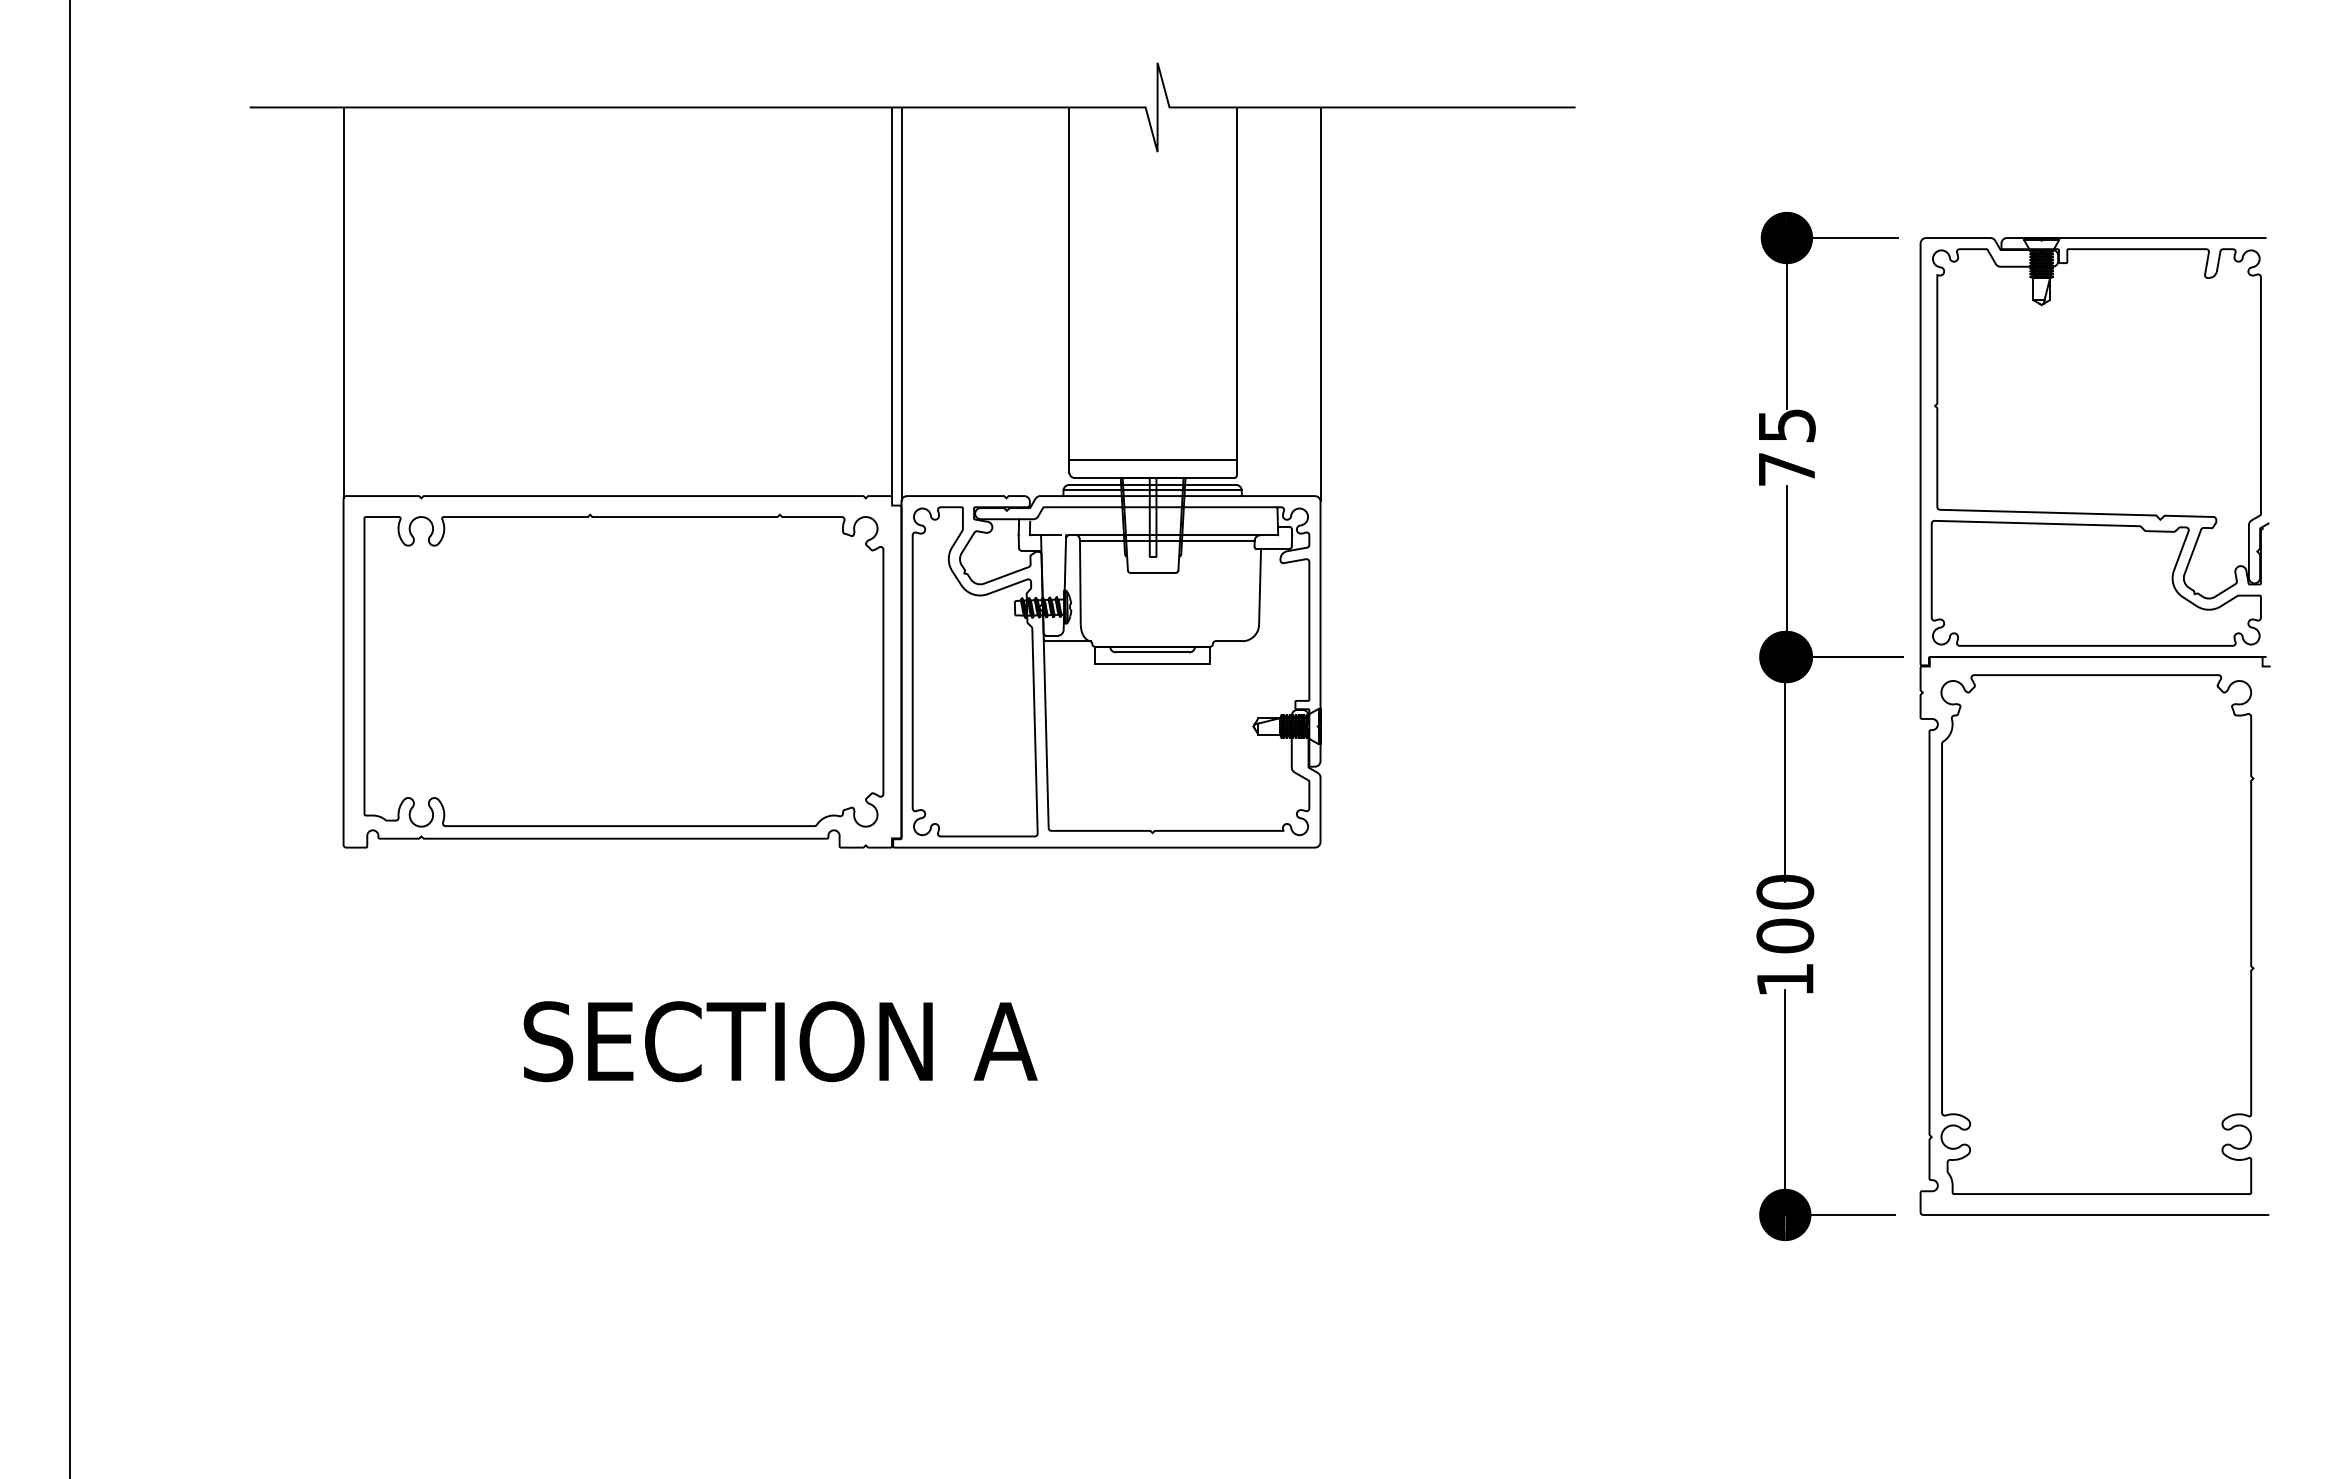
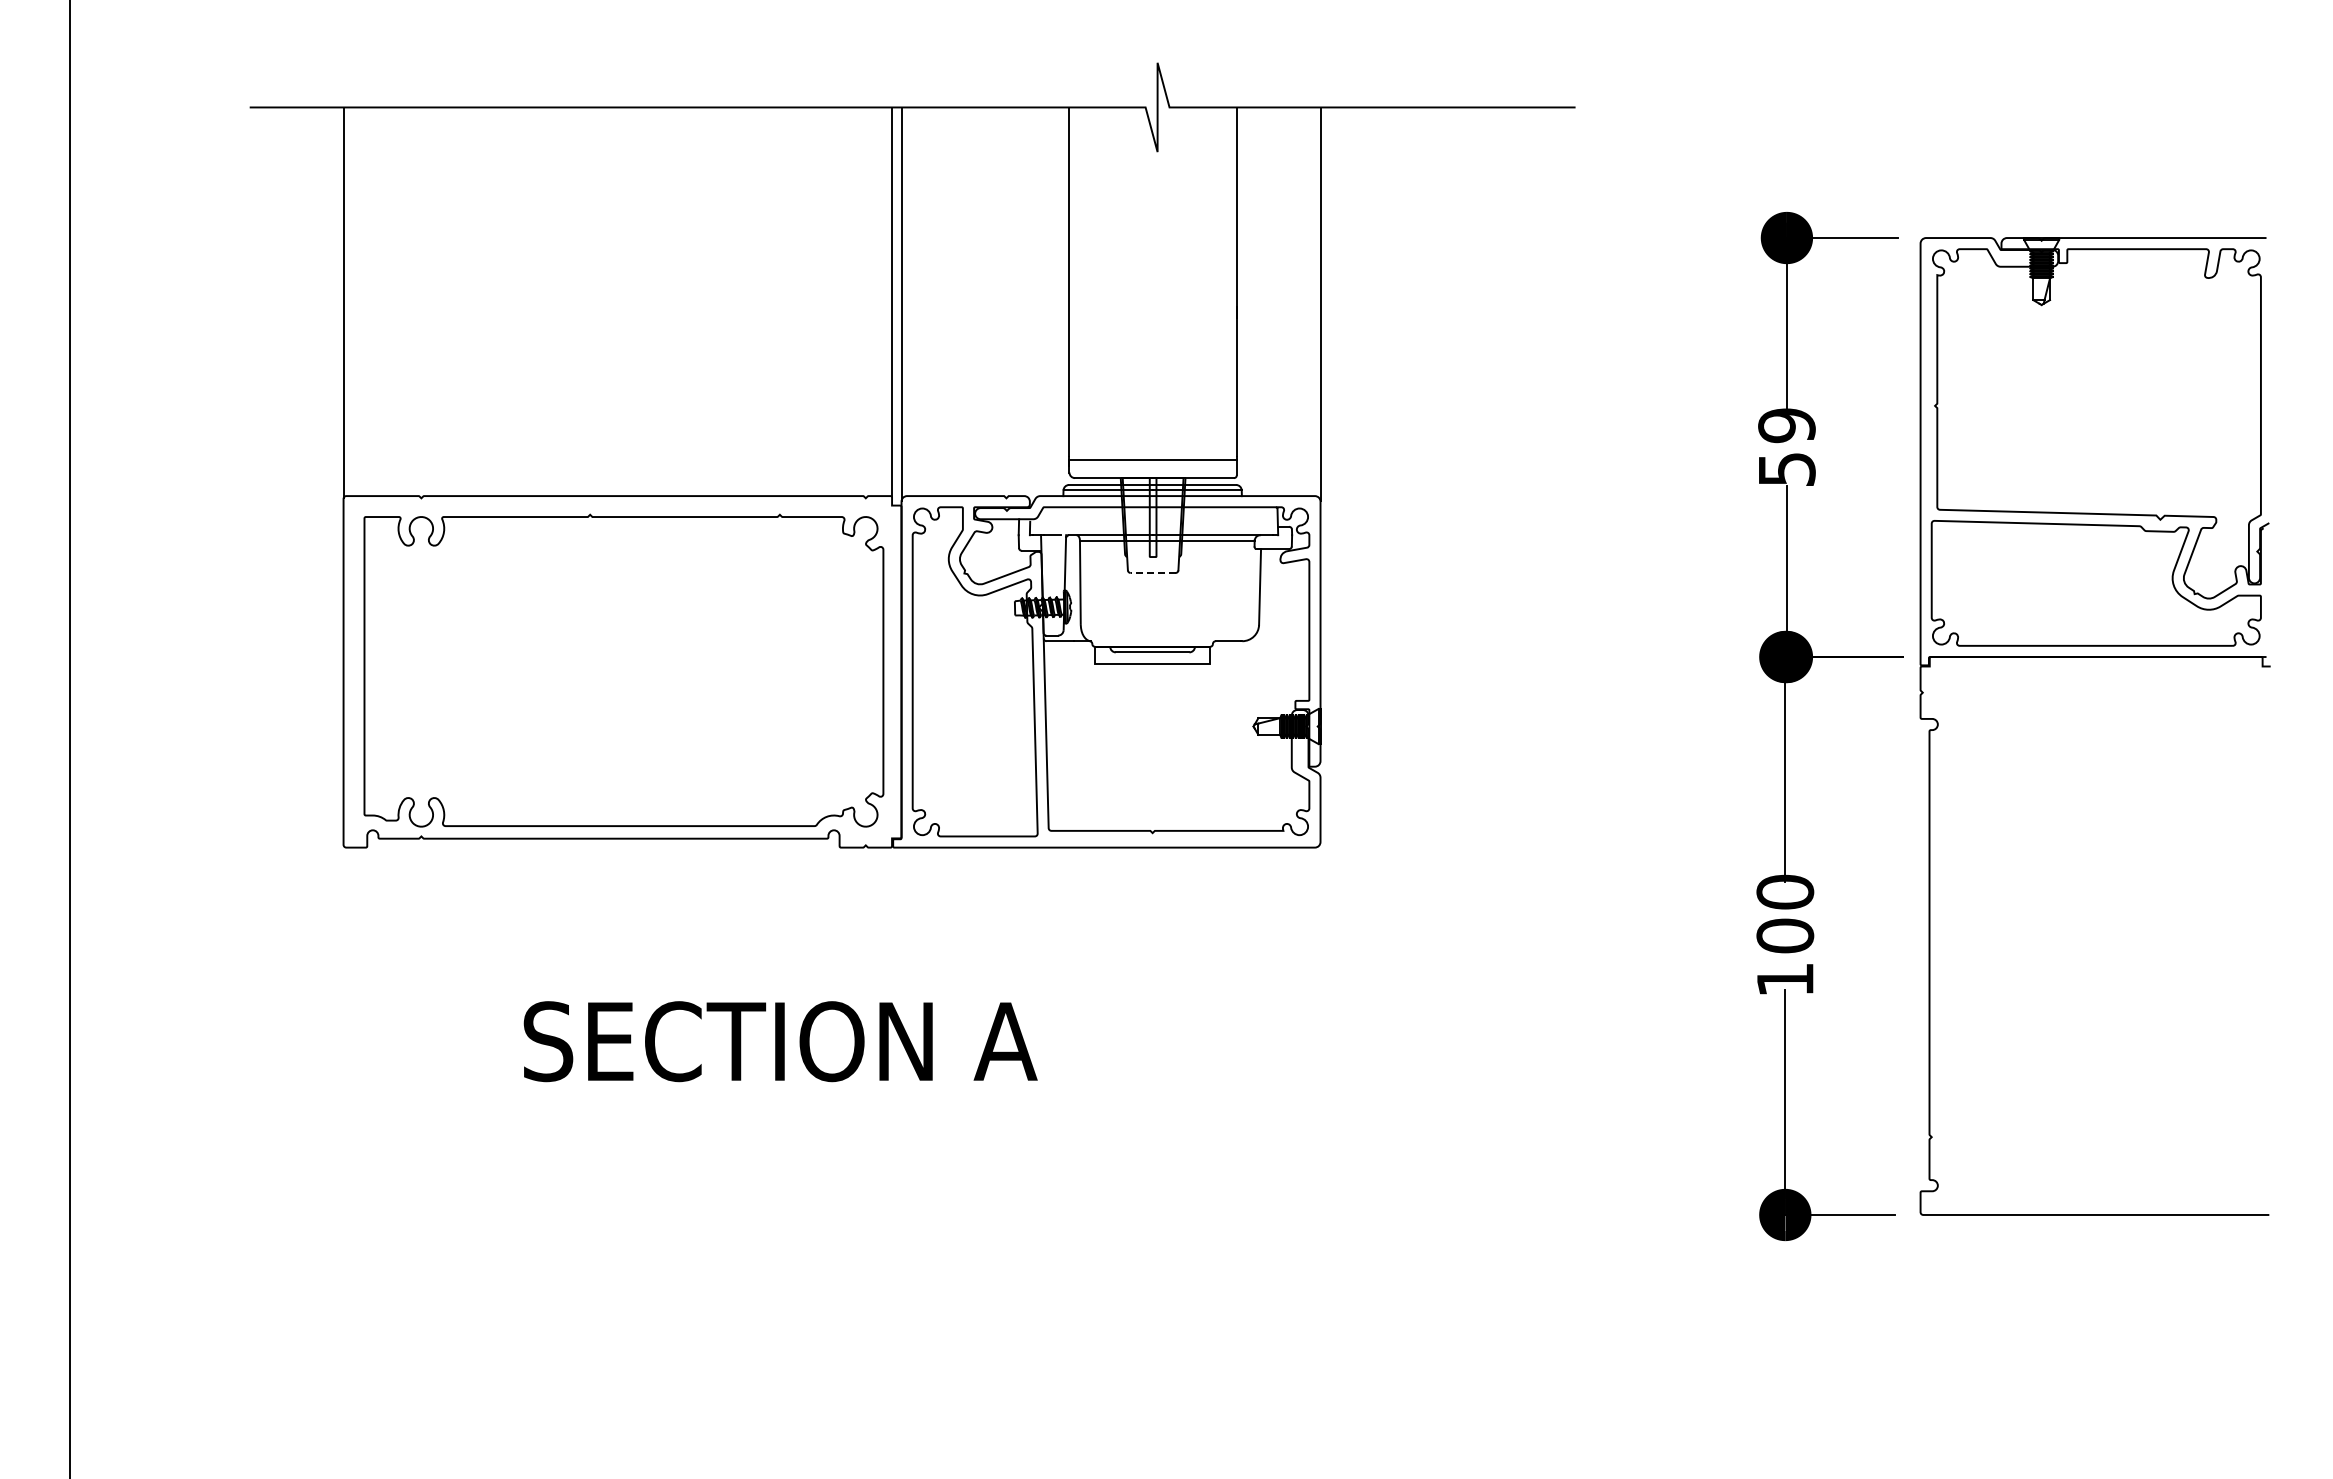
text at (1786, 446): 75 -> 59
line at (1152, 572): solid -> dashed
part at (2097, 934): present -> none
